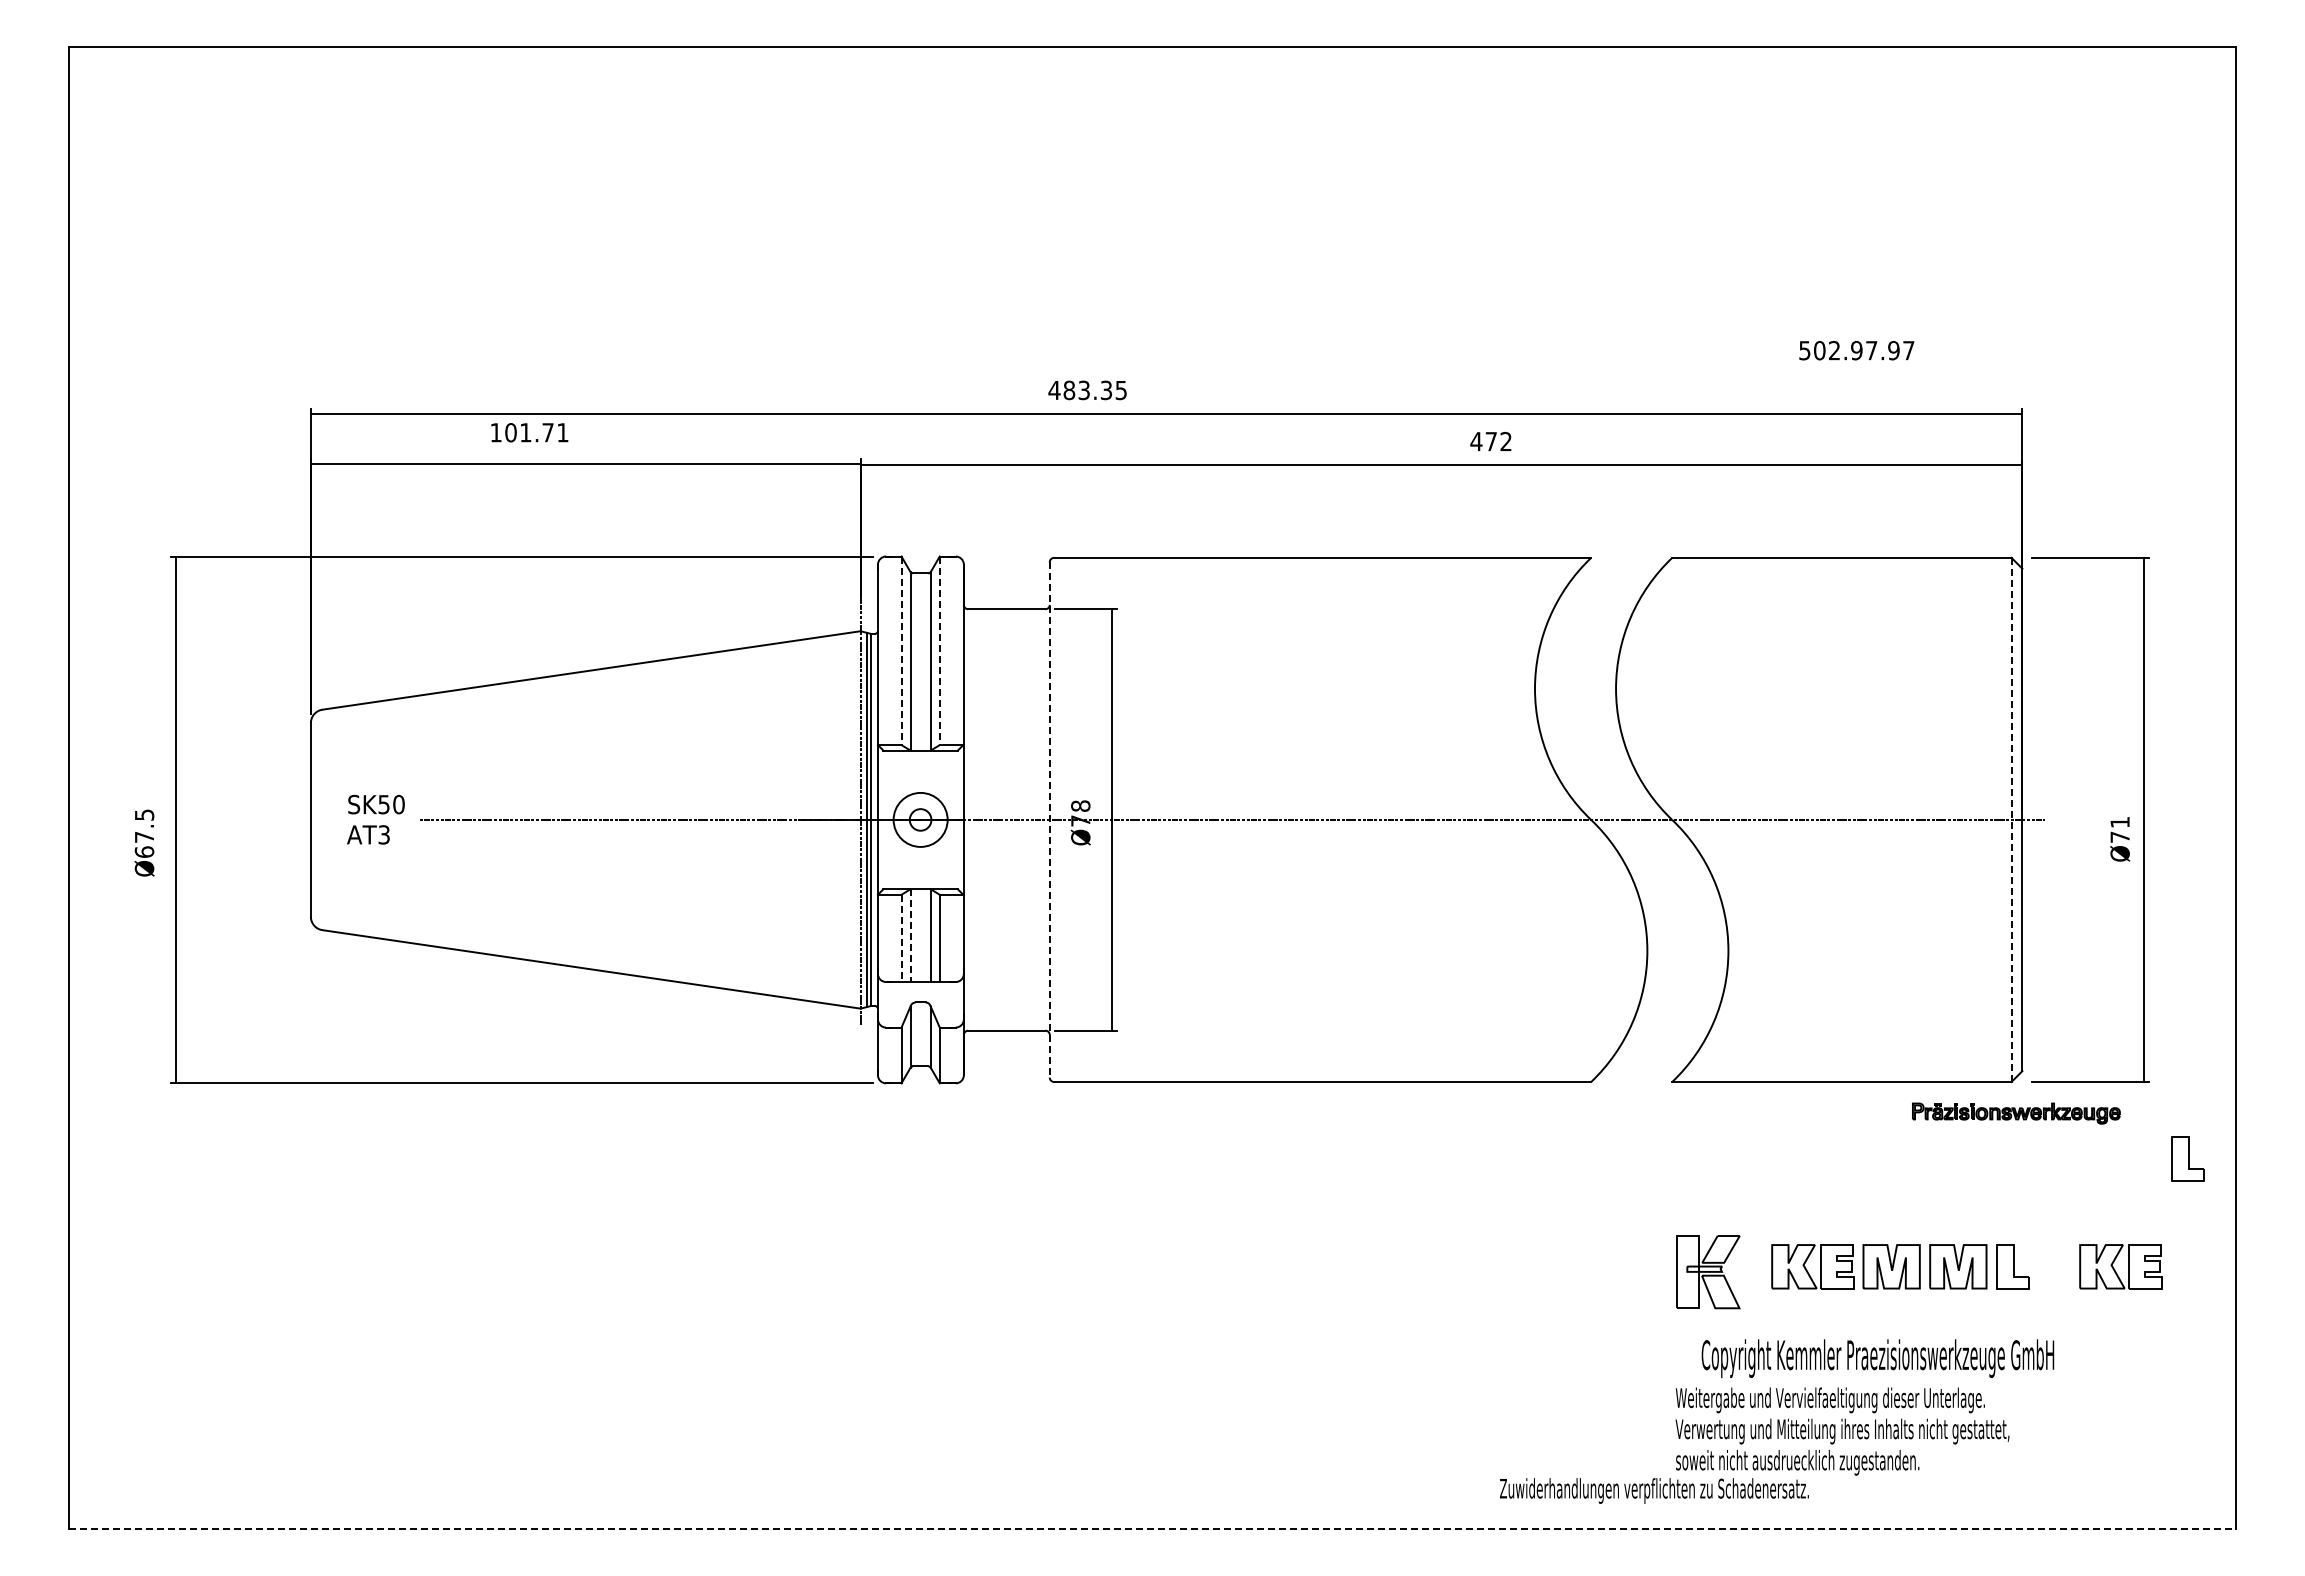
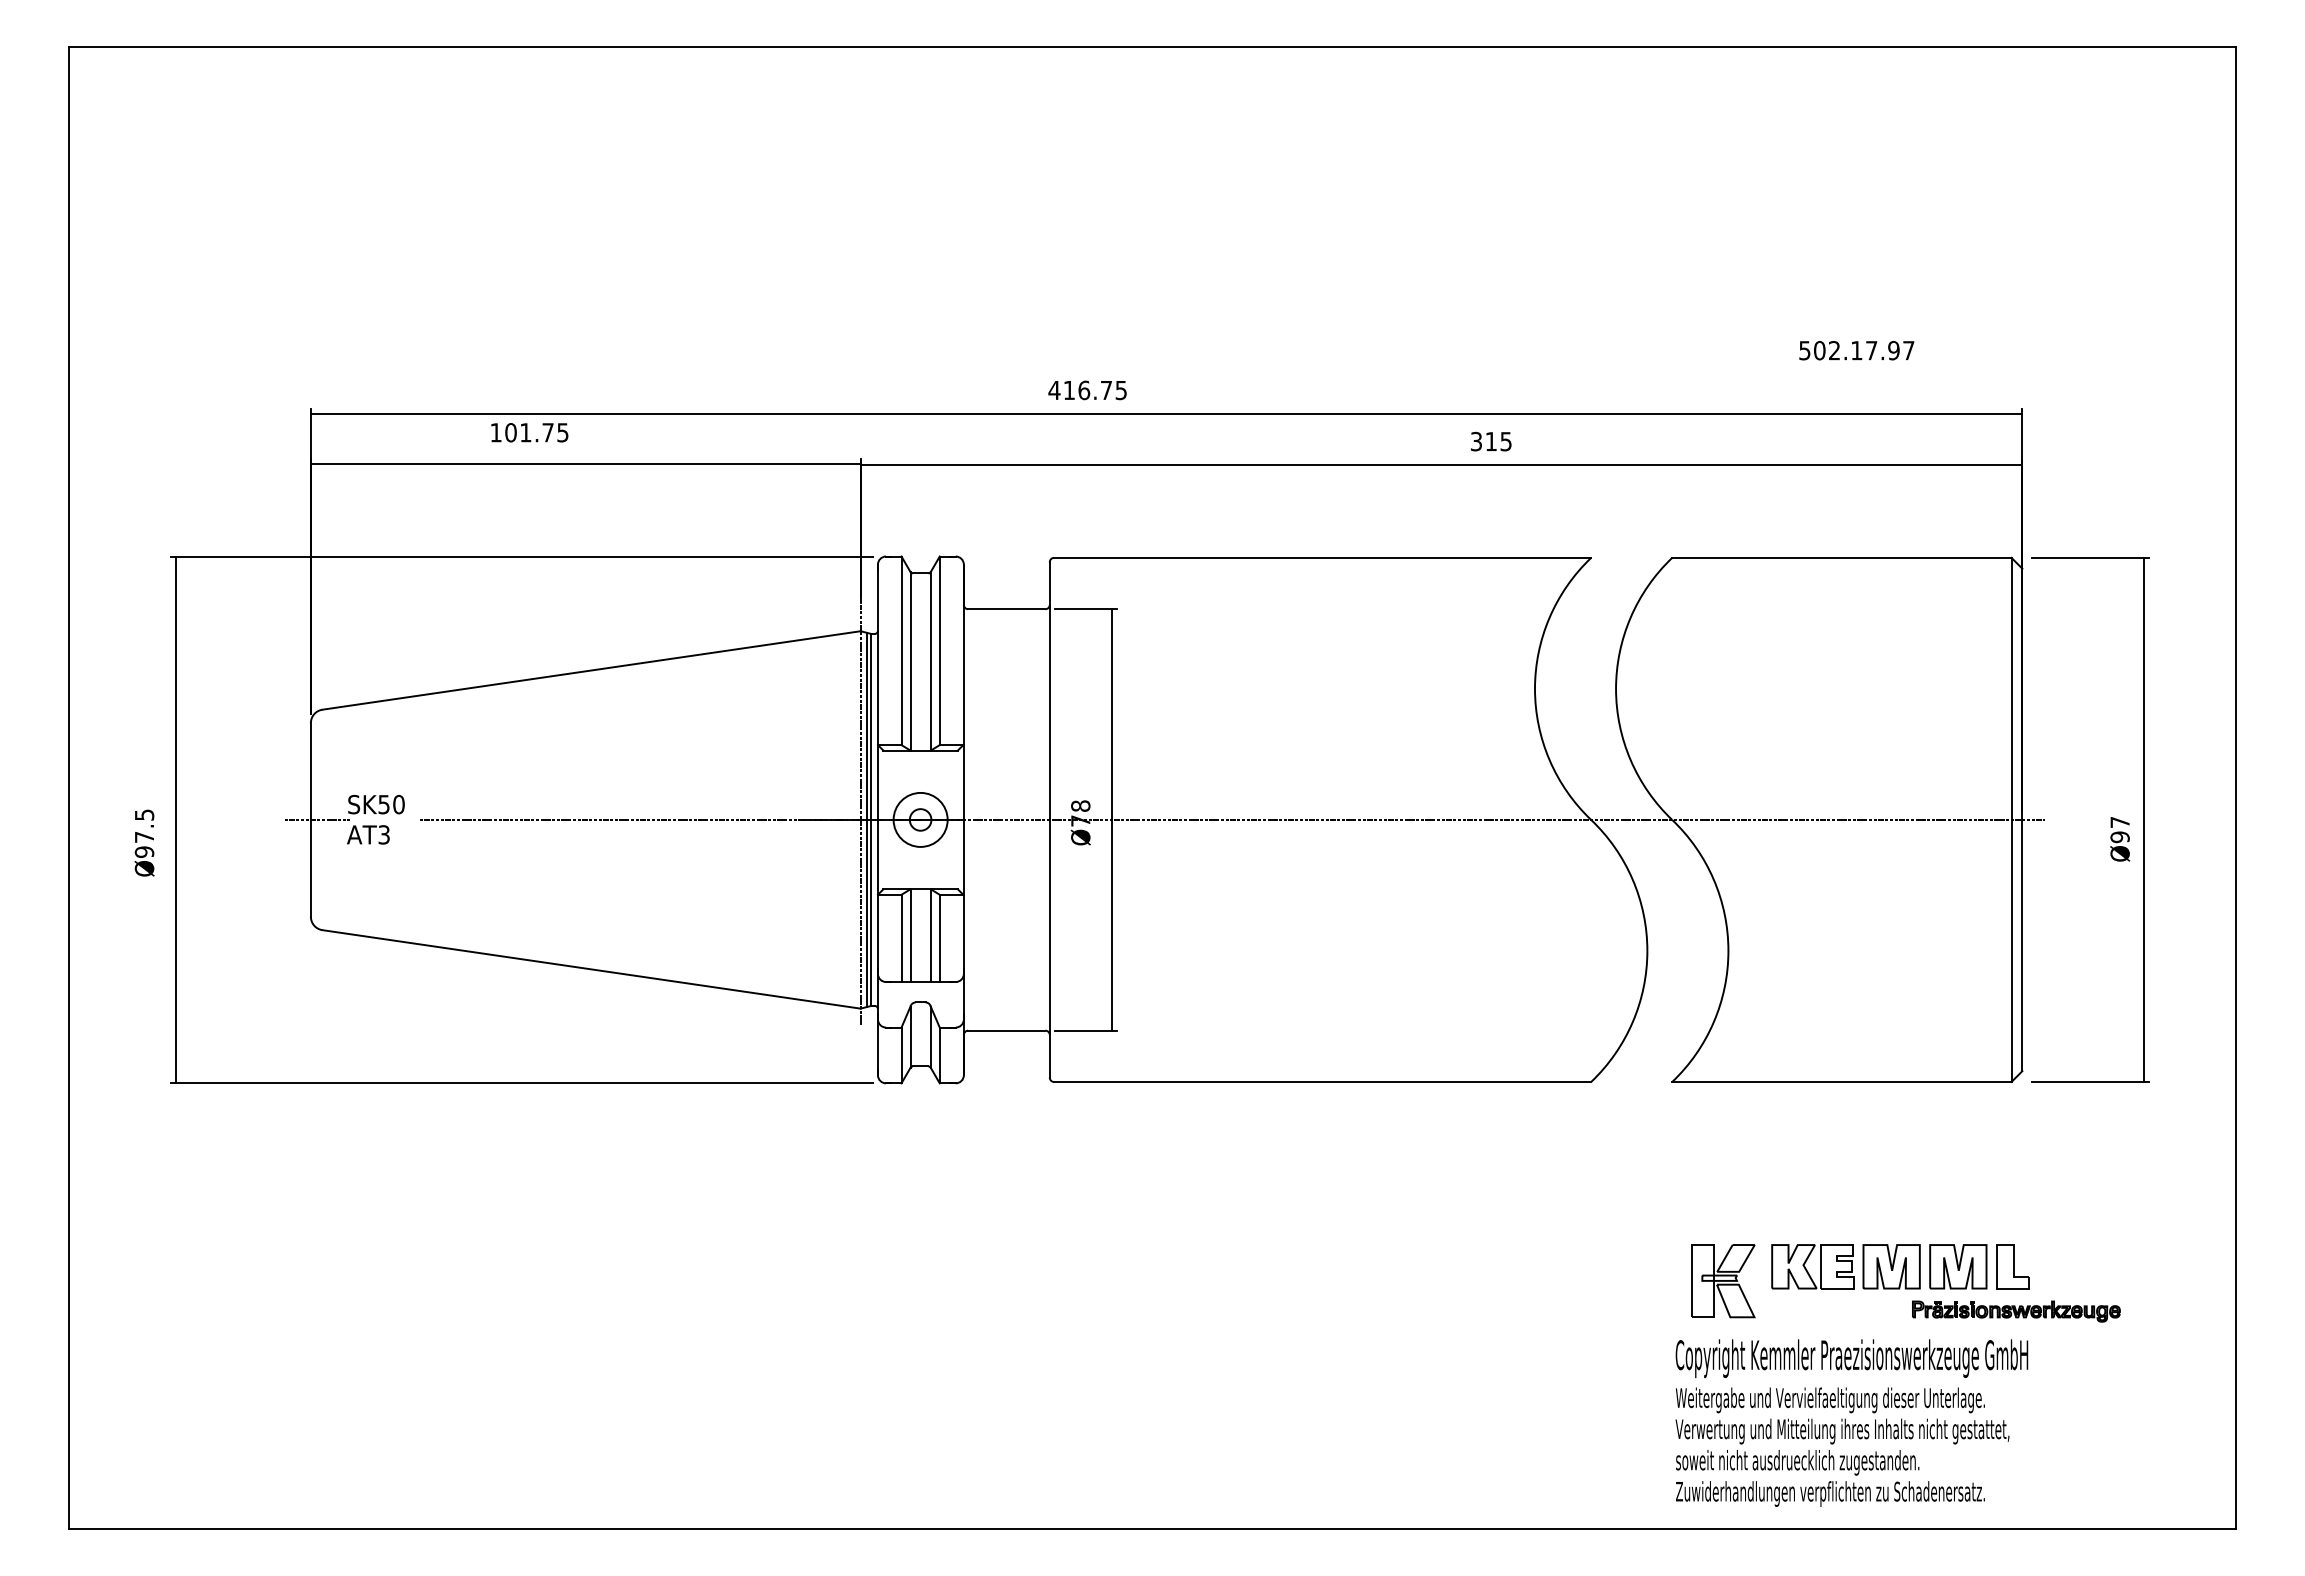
text at (1856, 350): 502.97.97 -> 502.17.97
text at (1087, 390): 483.35 -> 416.75
text at (562, 432): 101.71 -> 101.75
text at (1490, 441): 472 -> 315
line at (901, 651): dashed -> solid
line at (939, 651): dashed -> solid
line at (316, 819): none -> present
line at (1049, 819): dashed -> solid
line at (2011, 820): dashed -> solid
text at (2119, 830): Ø71 -> Ø97
text at (144, 852): Ø67.5 -> Ø97.5
line at (910, 936): dashed -> solid
line at (901, 938): dashed -> solid
part at (2016, 1113) position: (2016, 1113) -> (2016, 1311)
part at (2187, 1158): present -> none
part at (2114, 1268): present -> none
part at (1708, 1272) position: (1708, 1272) -> (1723, 1281)
text at (1877, 1358) position: (1877, 1358) -> (1851, 1358)
text at (1654, 1490) position: (1654, 1490) -> (1830, 1493)
line at (1152, 1528): dashed -> solid
